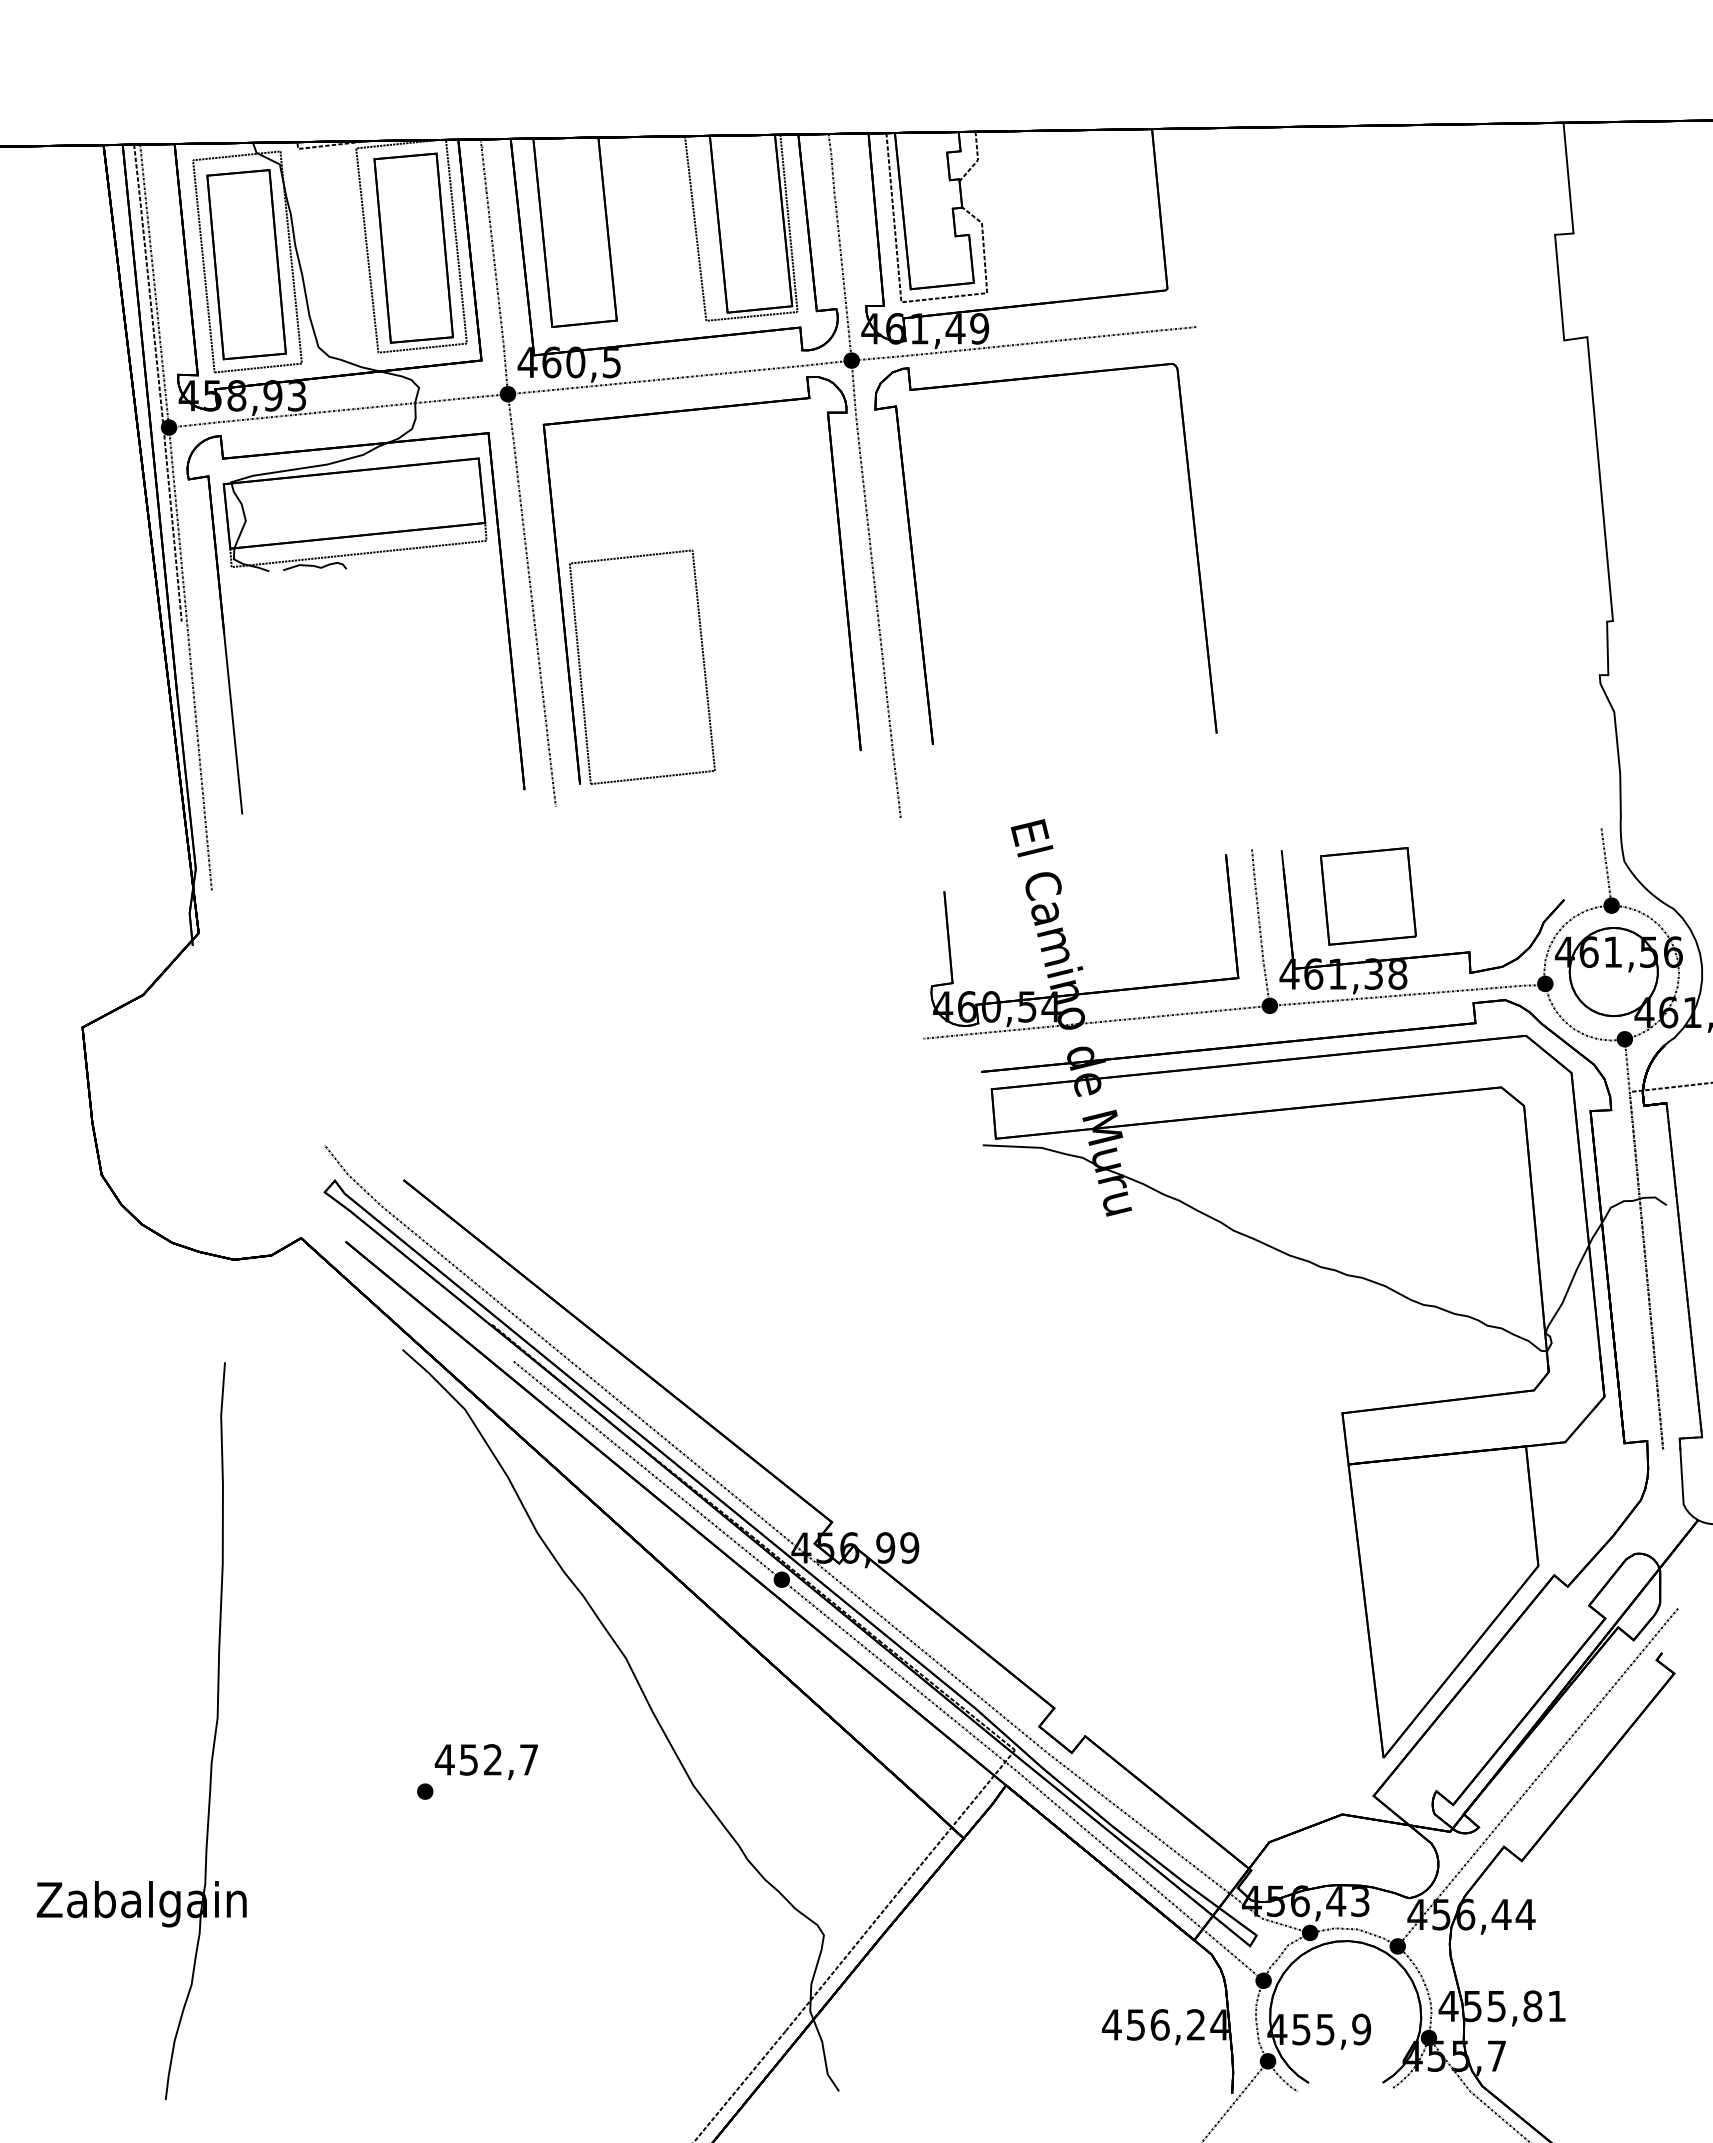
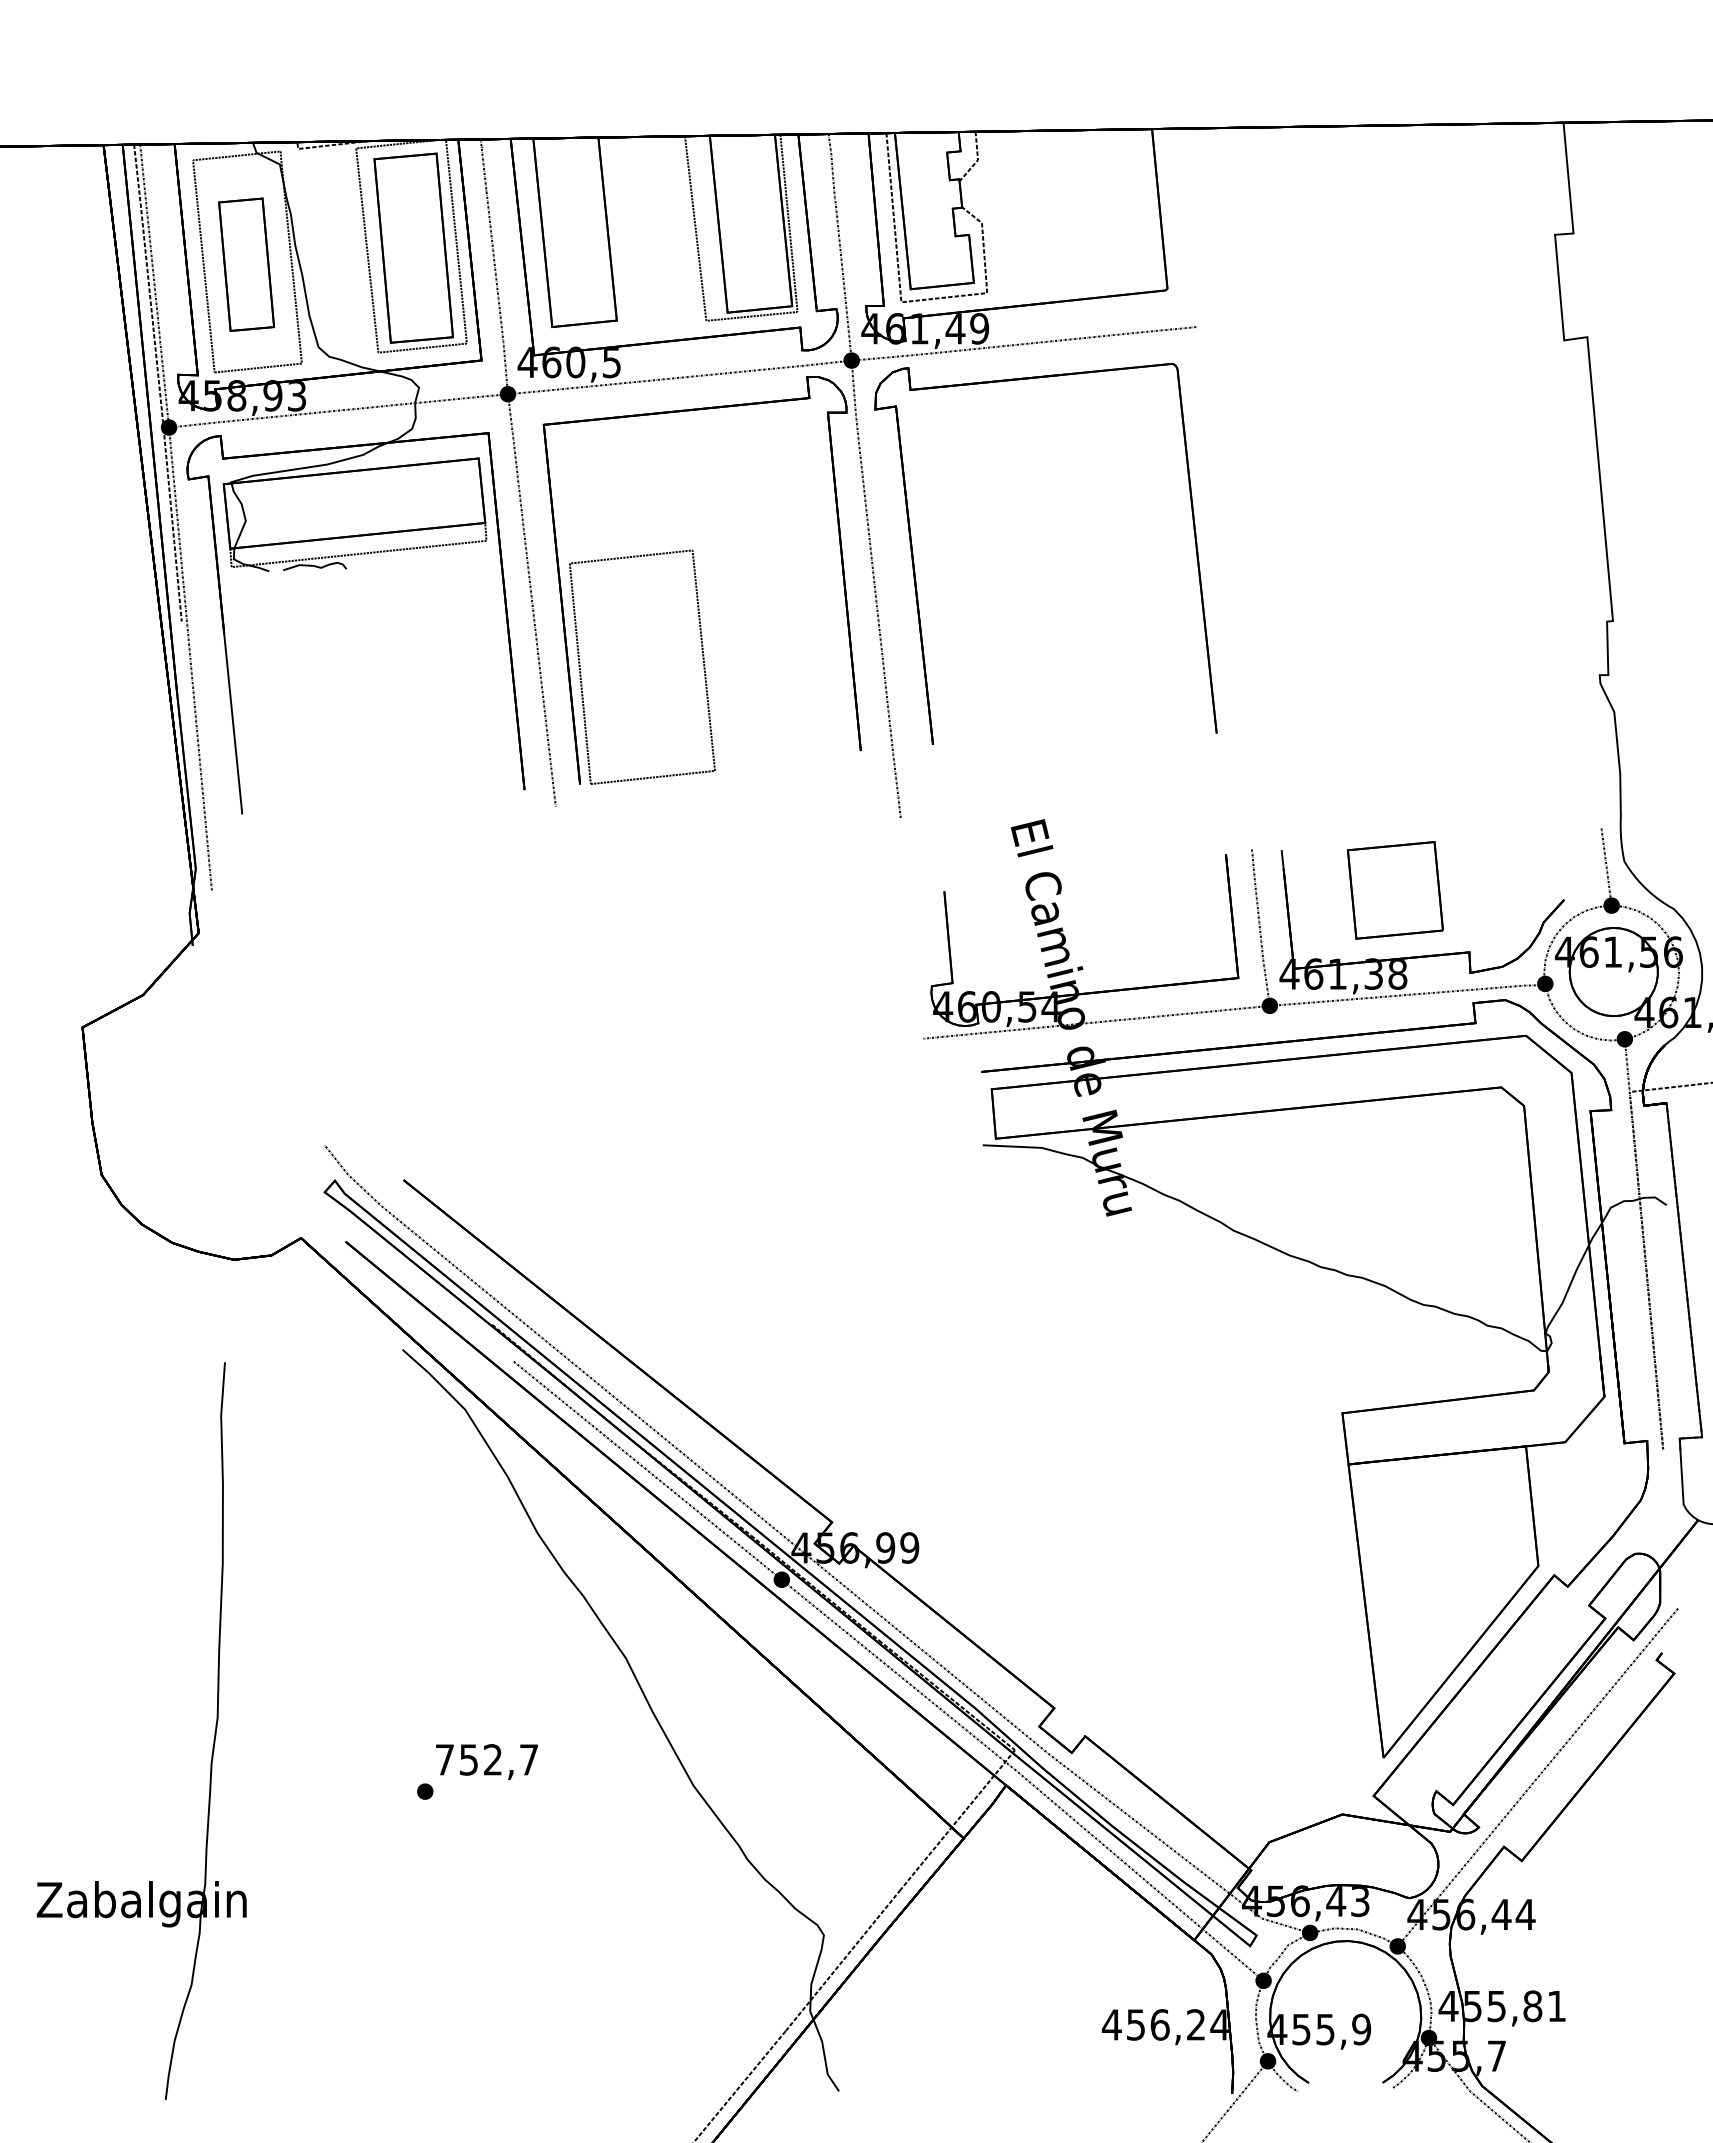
part at (246, 264) size: 81x192 px -> 58x135 px
part at (1368, 896) position: (1368, 896) -> (1395, 890)
text at (444, 1759): 452,7 -> 752,7
